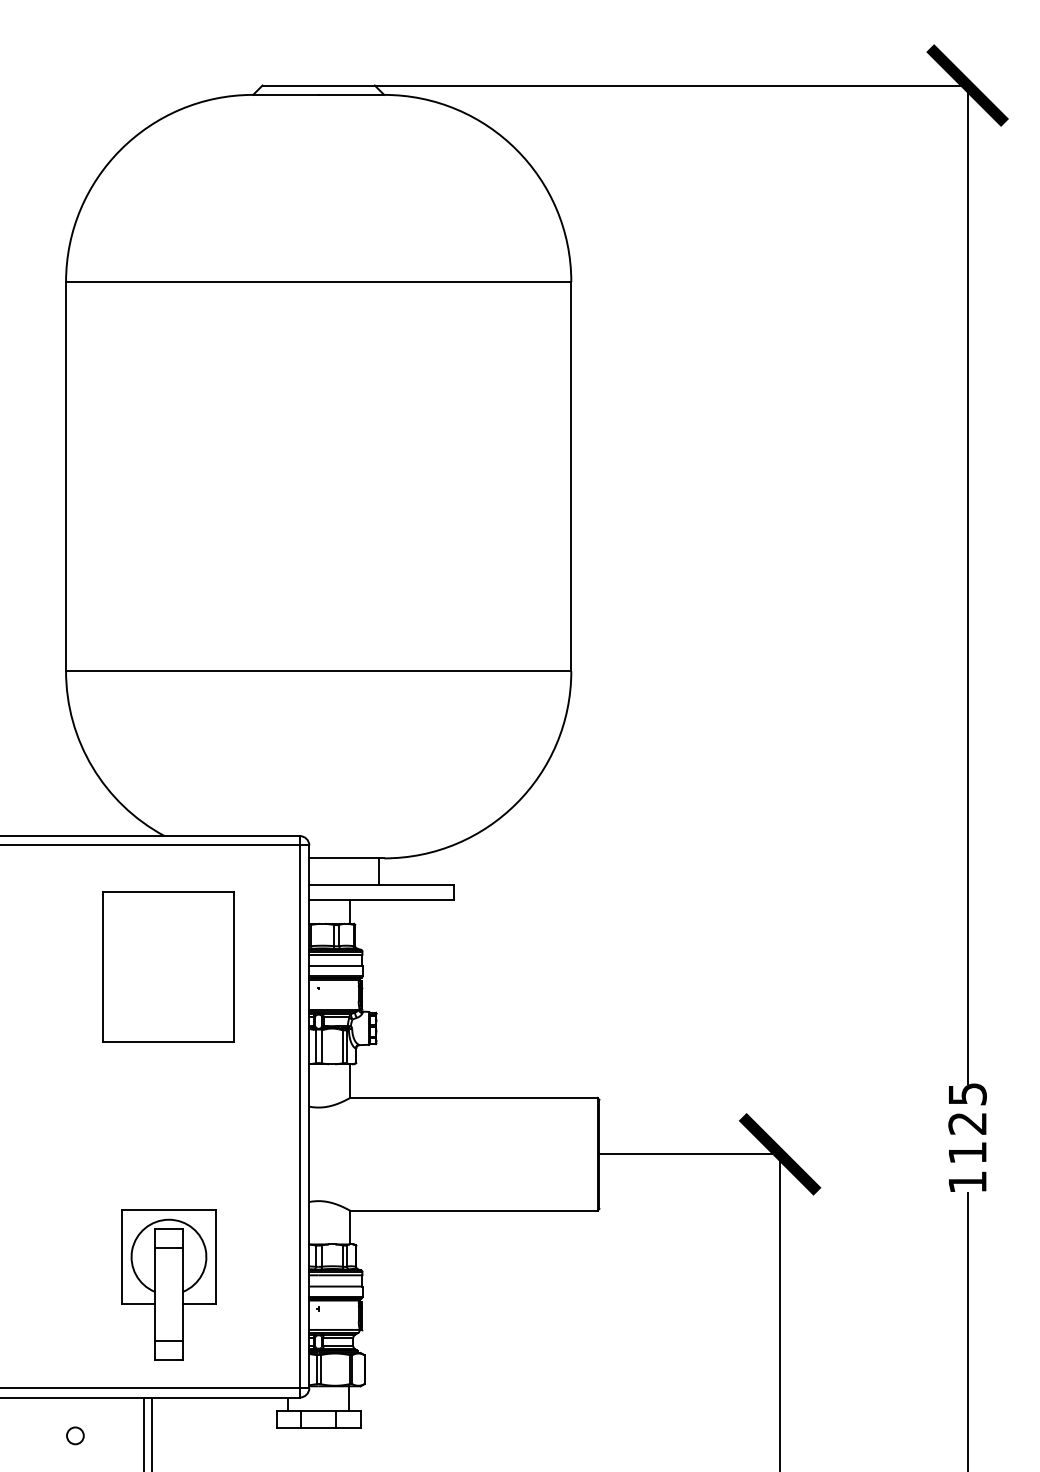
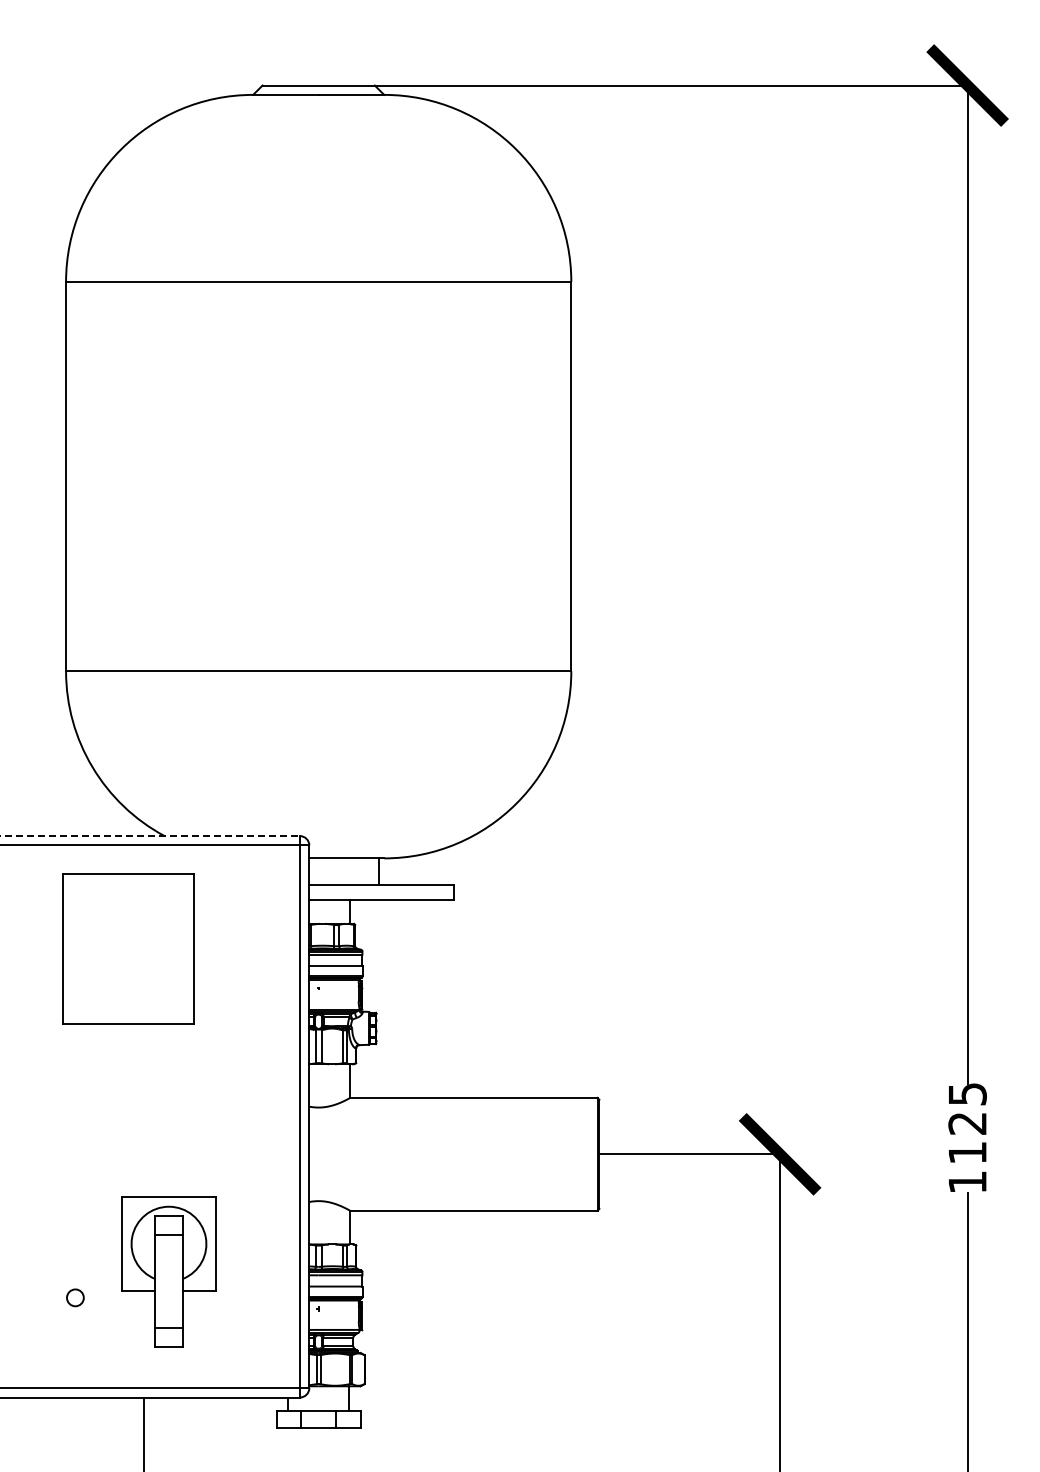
line at (150, 836): solid -> dashed
part at (168, 966) position: (168, 966) -> (128, 948)
part at (168, 1284) position: (168, 1284) -> (168, 1271)
line at (152, 1432): present -> none
circle at (75, 1435) position: (75, 1435) -> (75, 1297)
